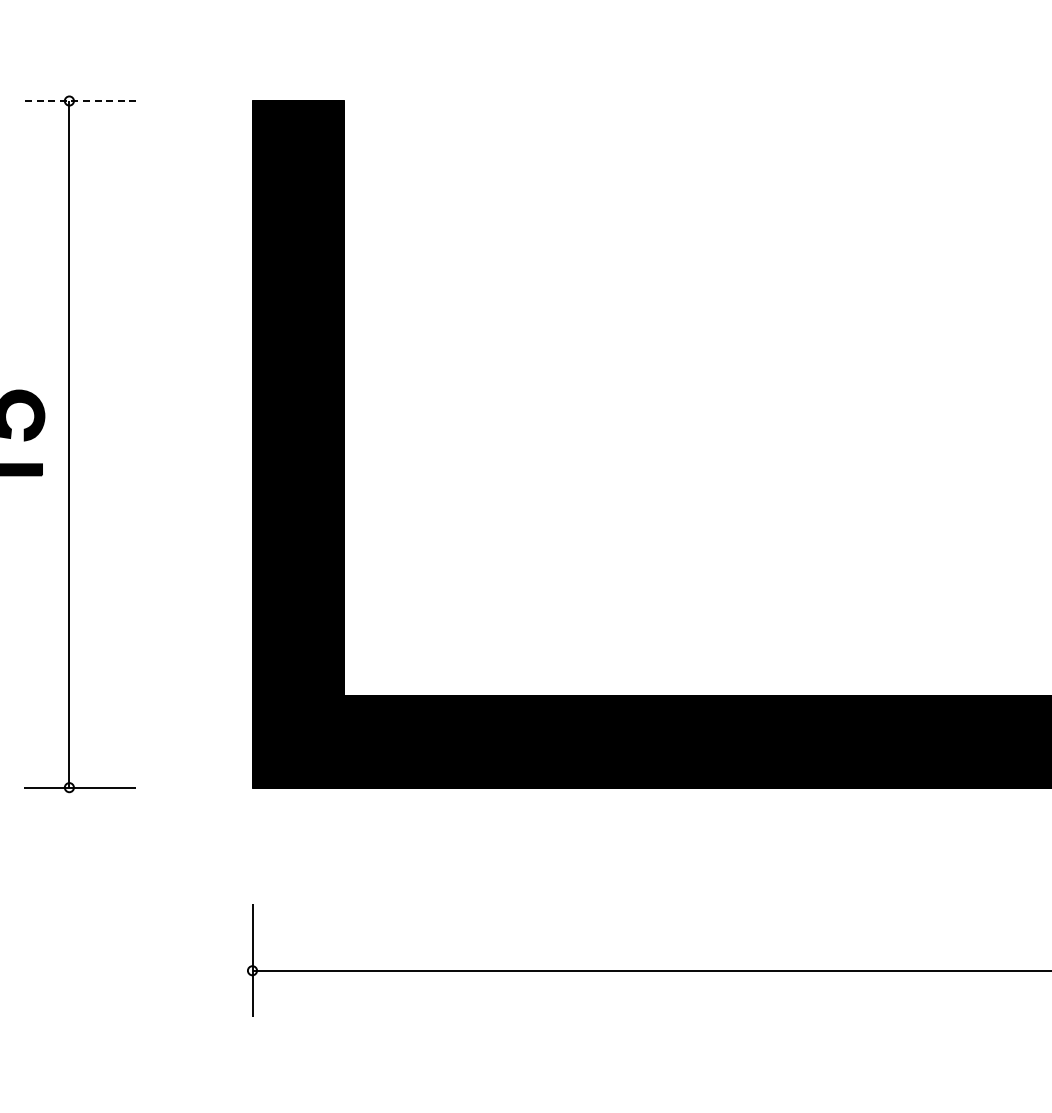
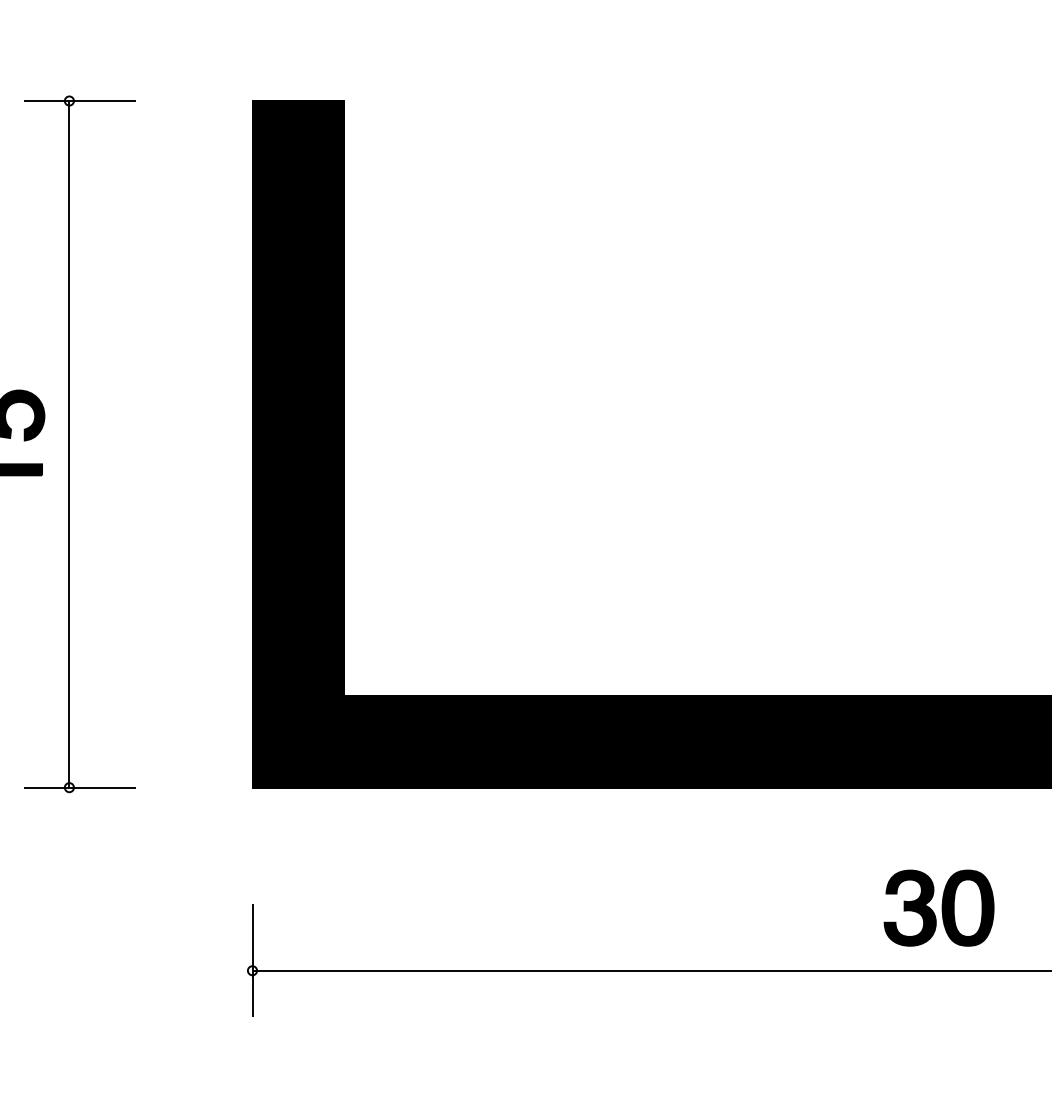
line at (79, 101): dashed -> solid
part at (938, 907): none -> present
